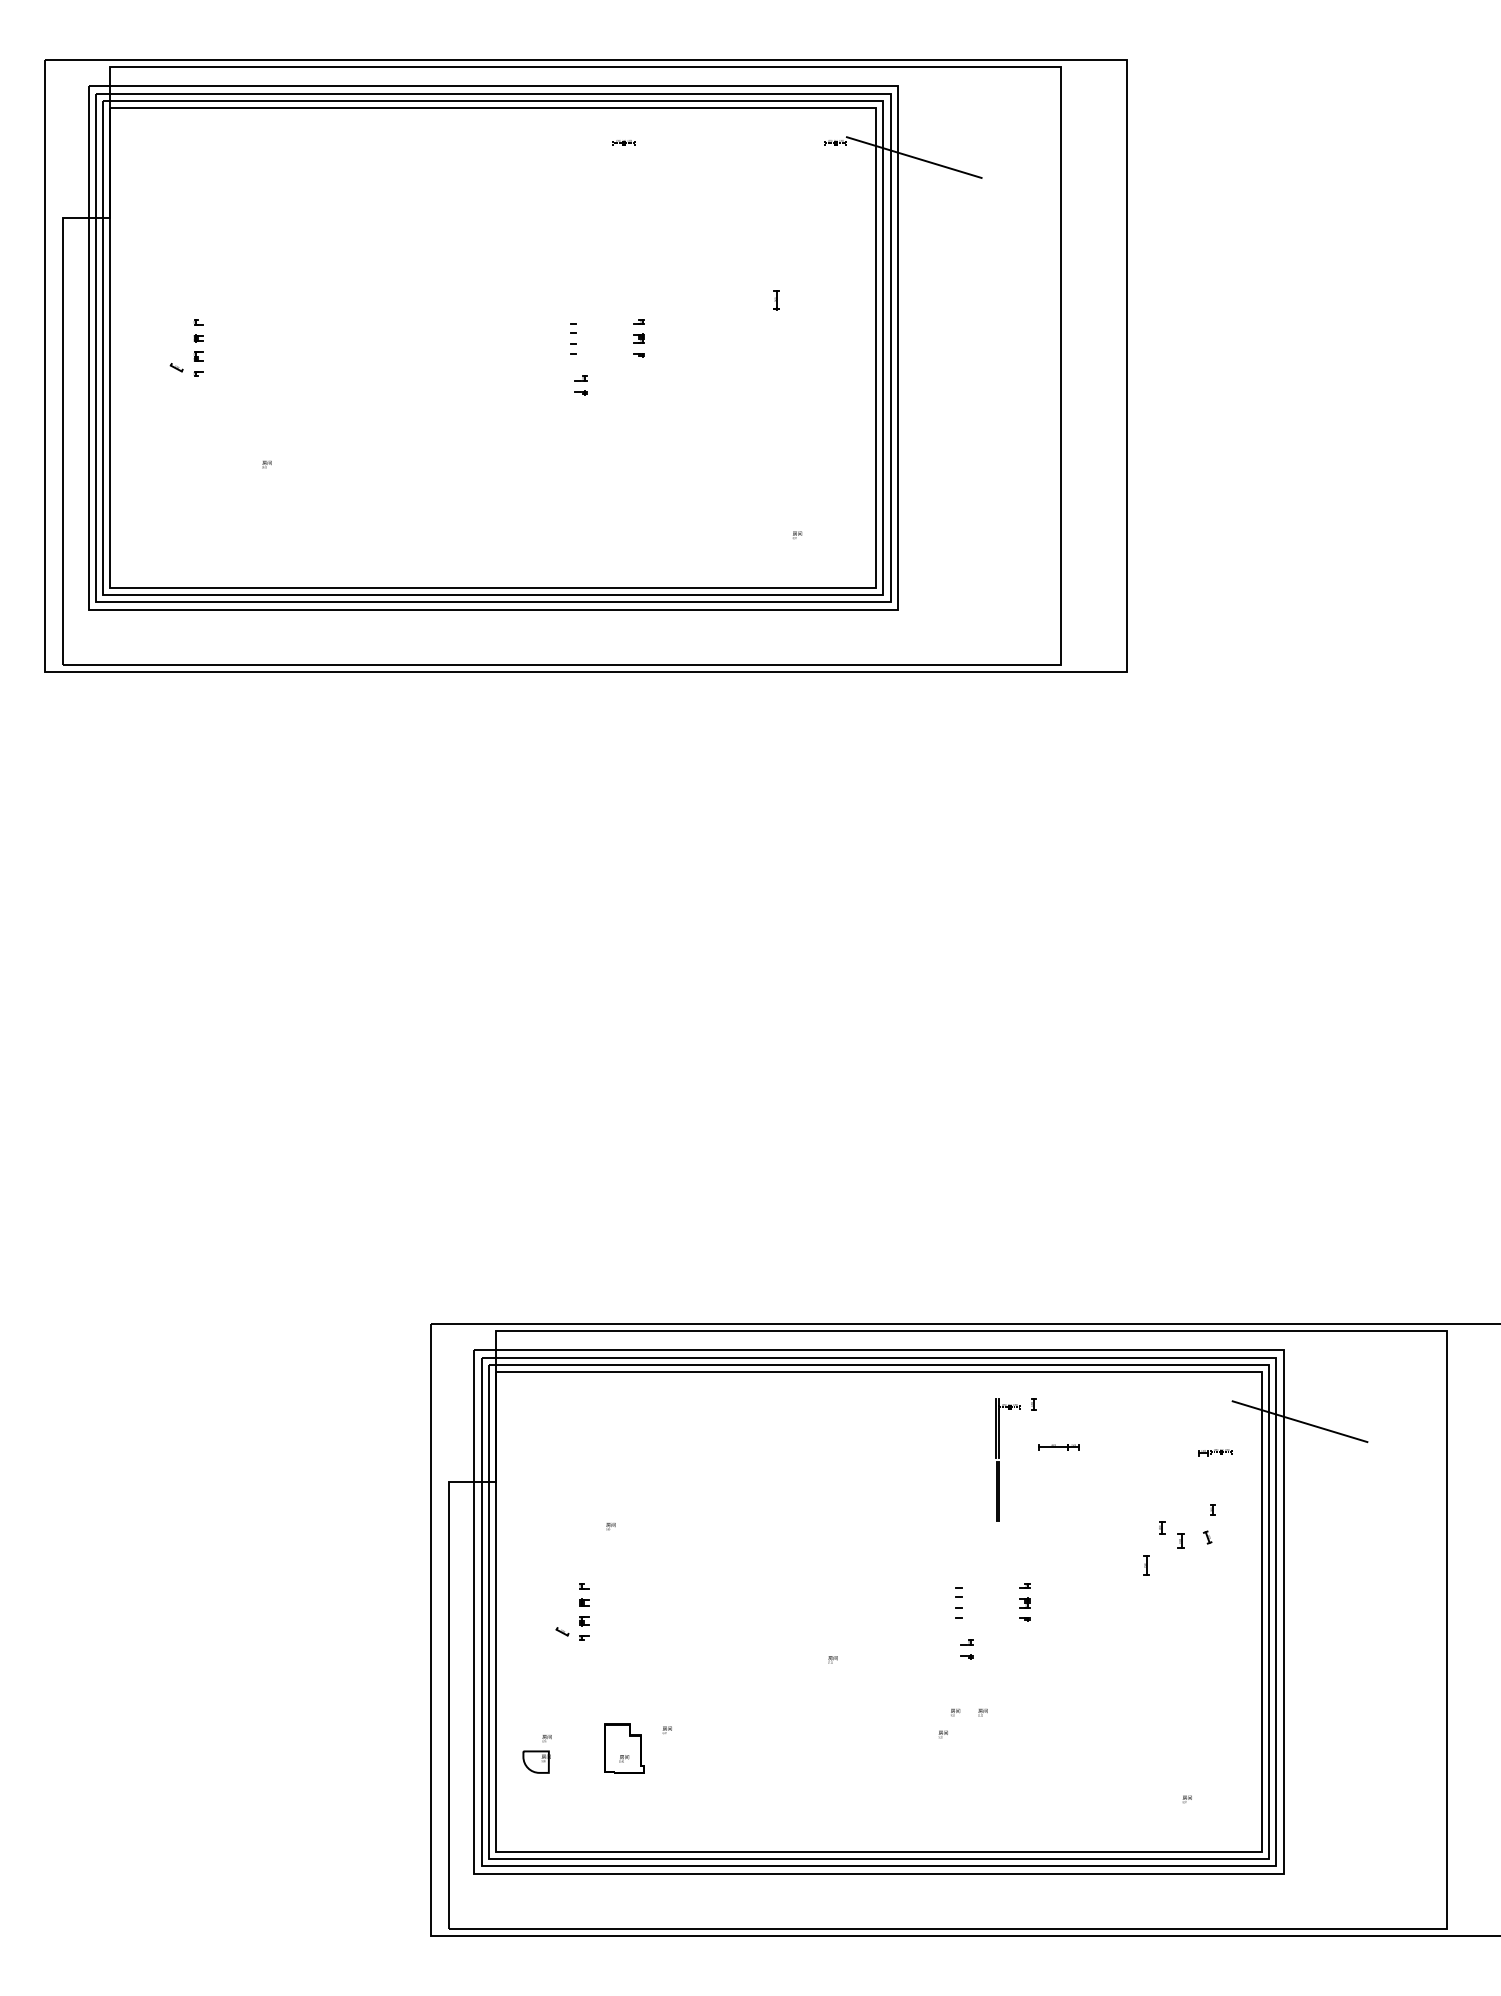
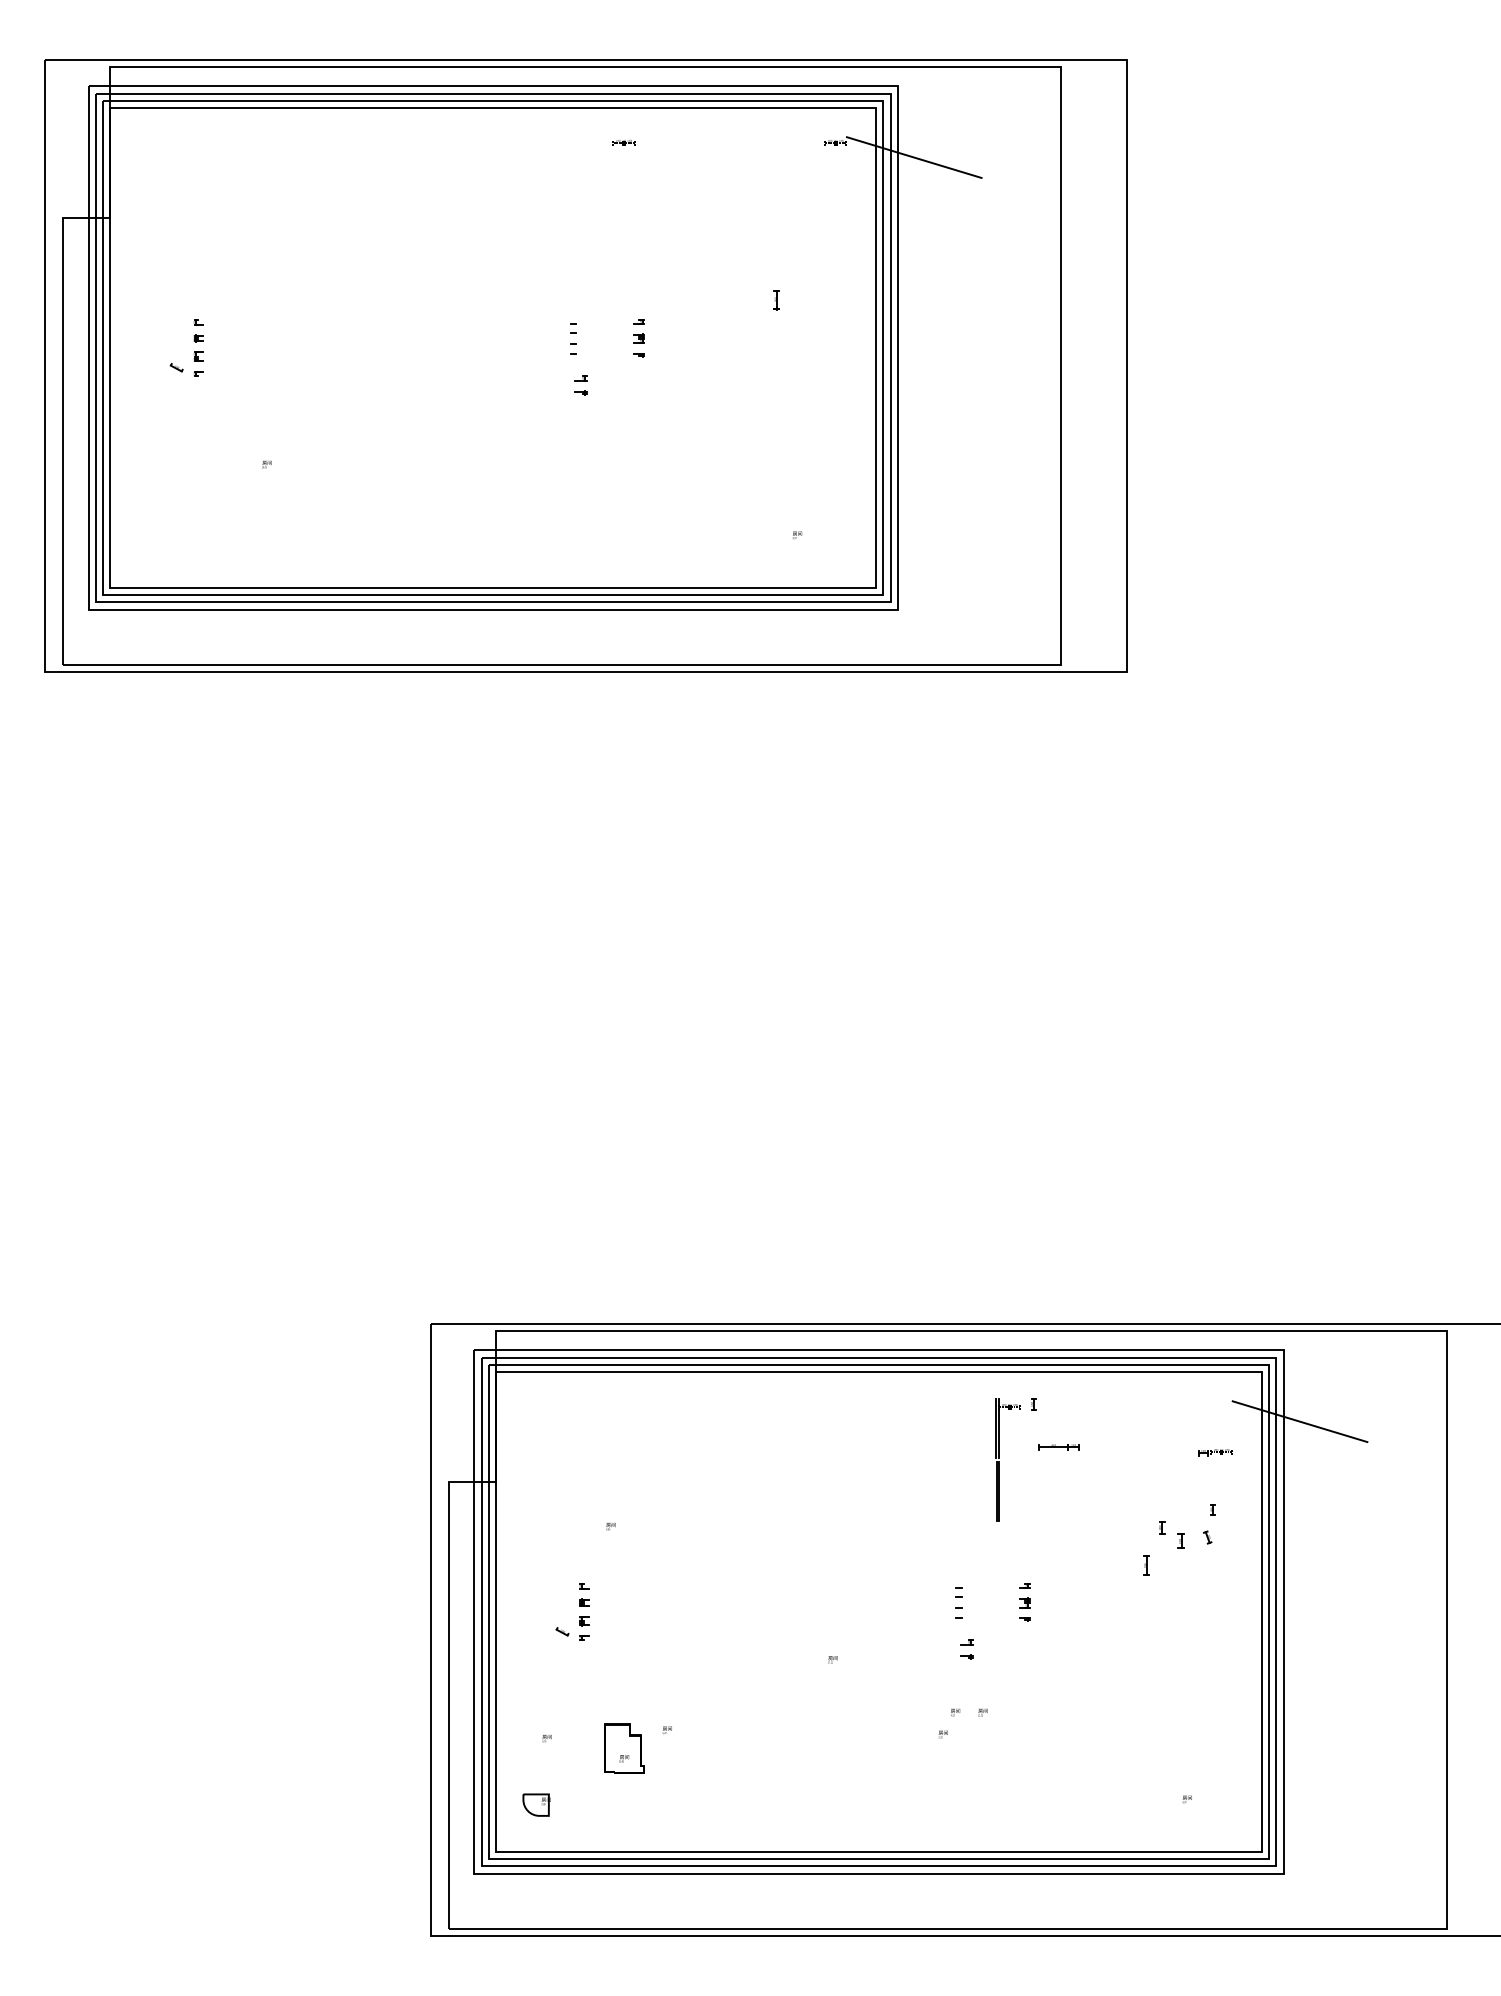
part at (536, 1761) position: (536, 1761) -> (536, 1804)
